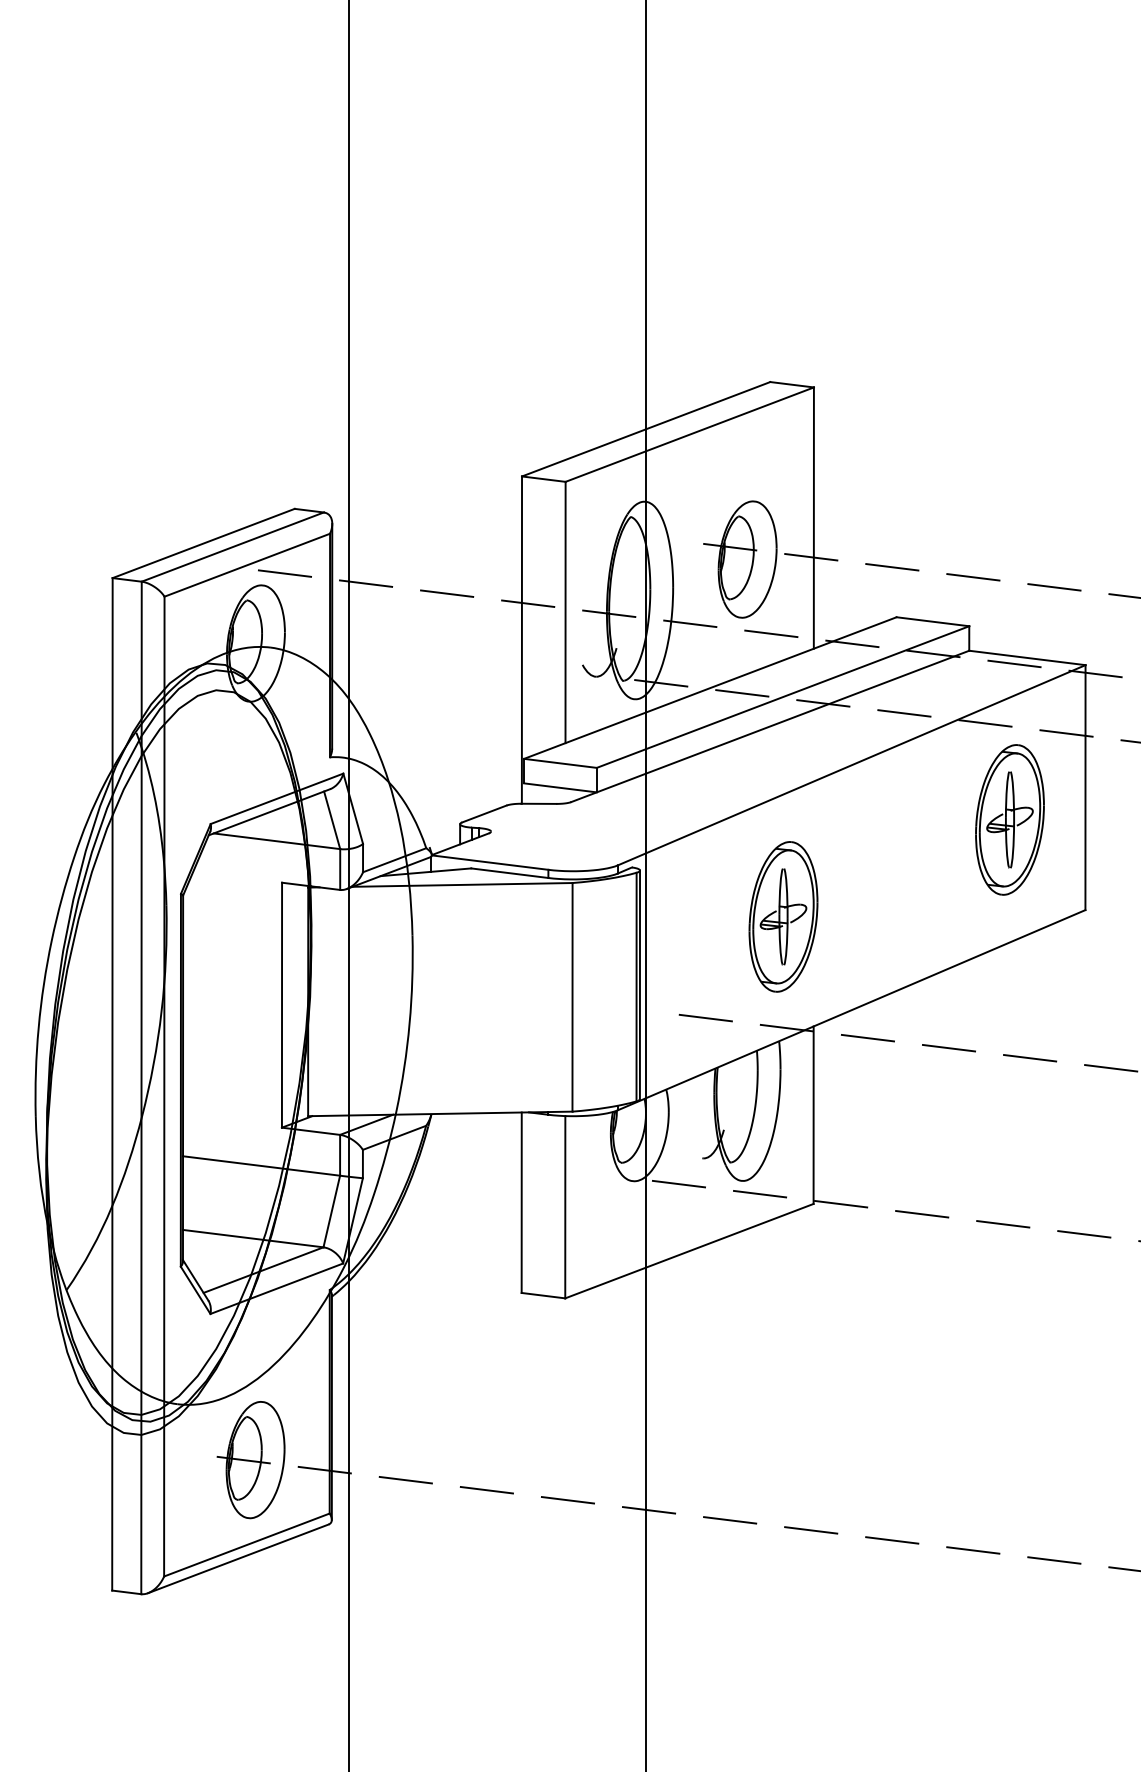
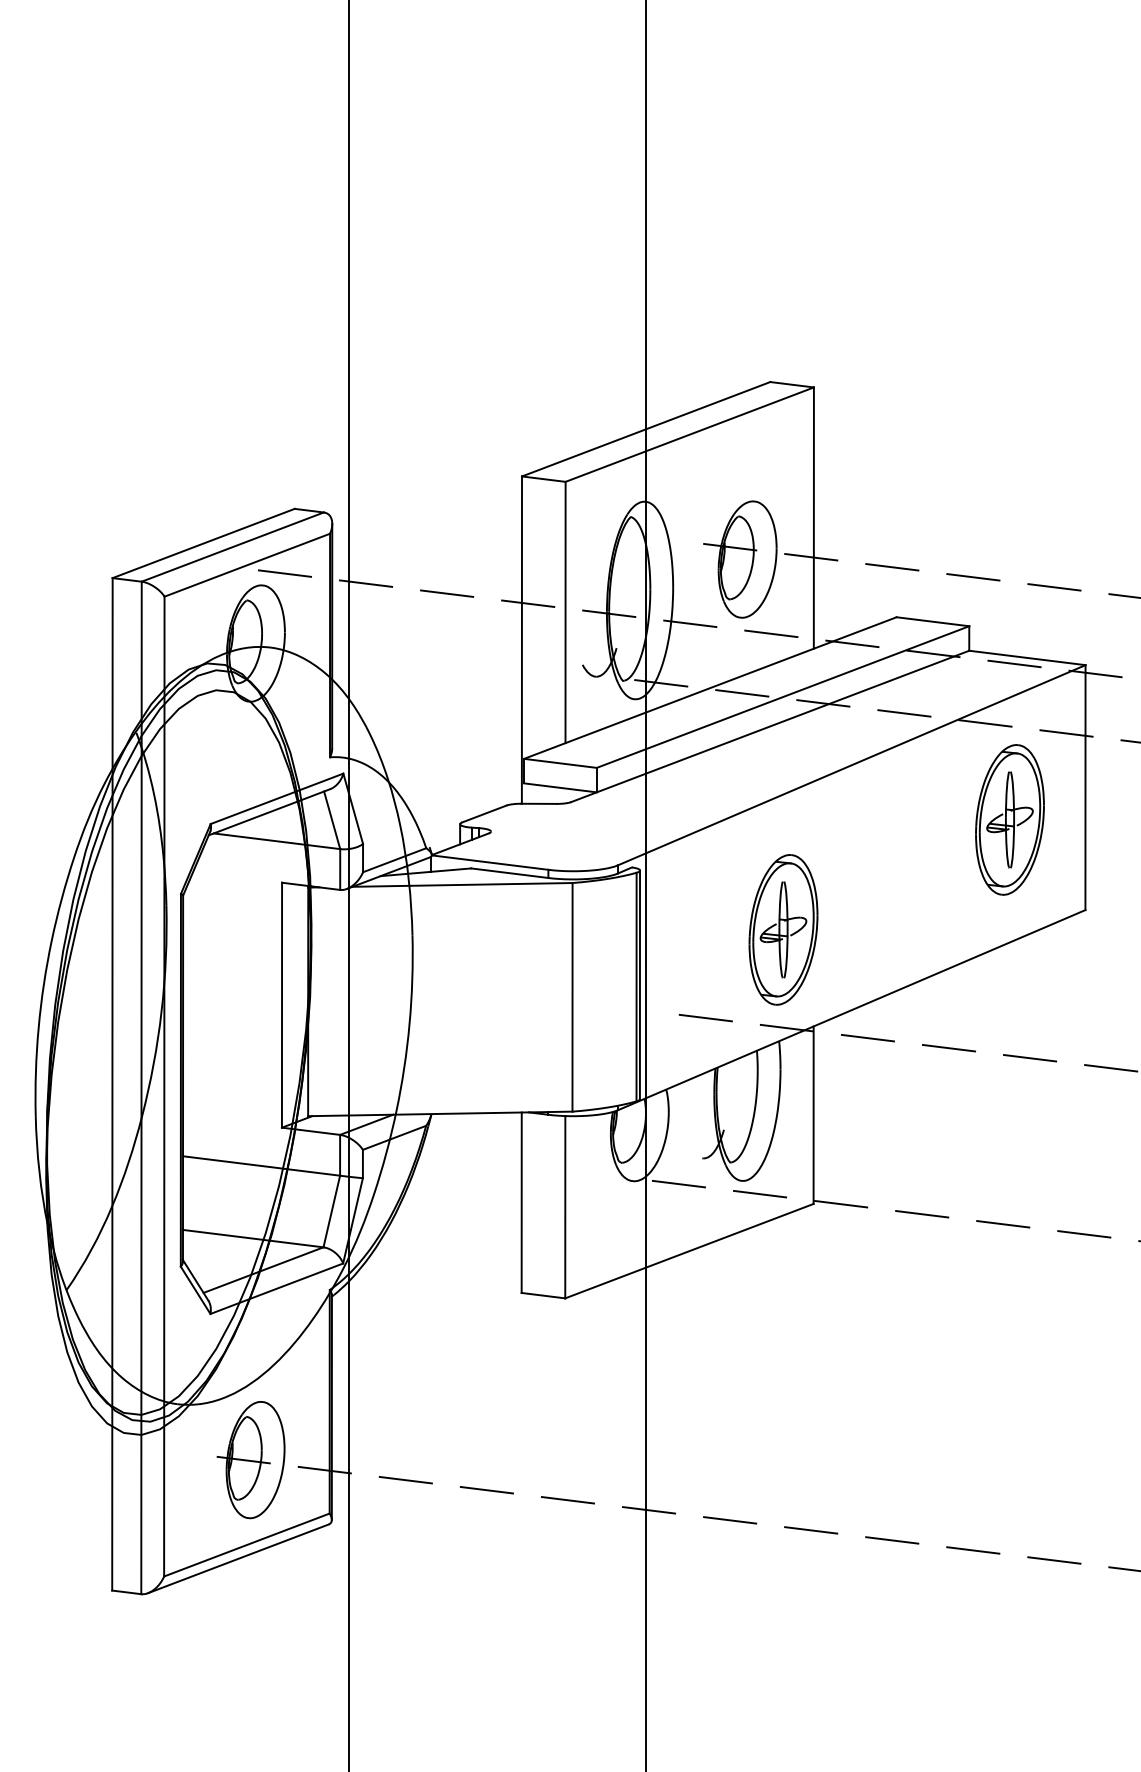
part at (783, 916) position: (783, 916) -> (783, 929)
